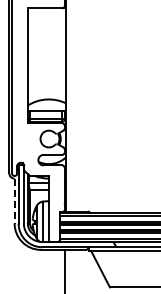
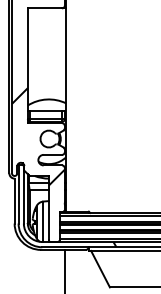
hatch at (37, 136): none -> present
line at (14, 201): dashed -> solid
